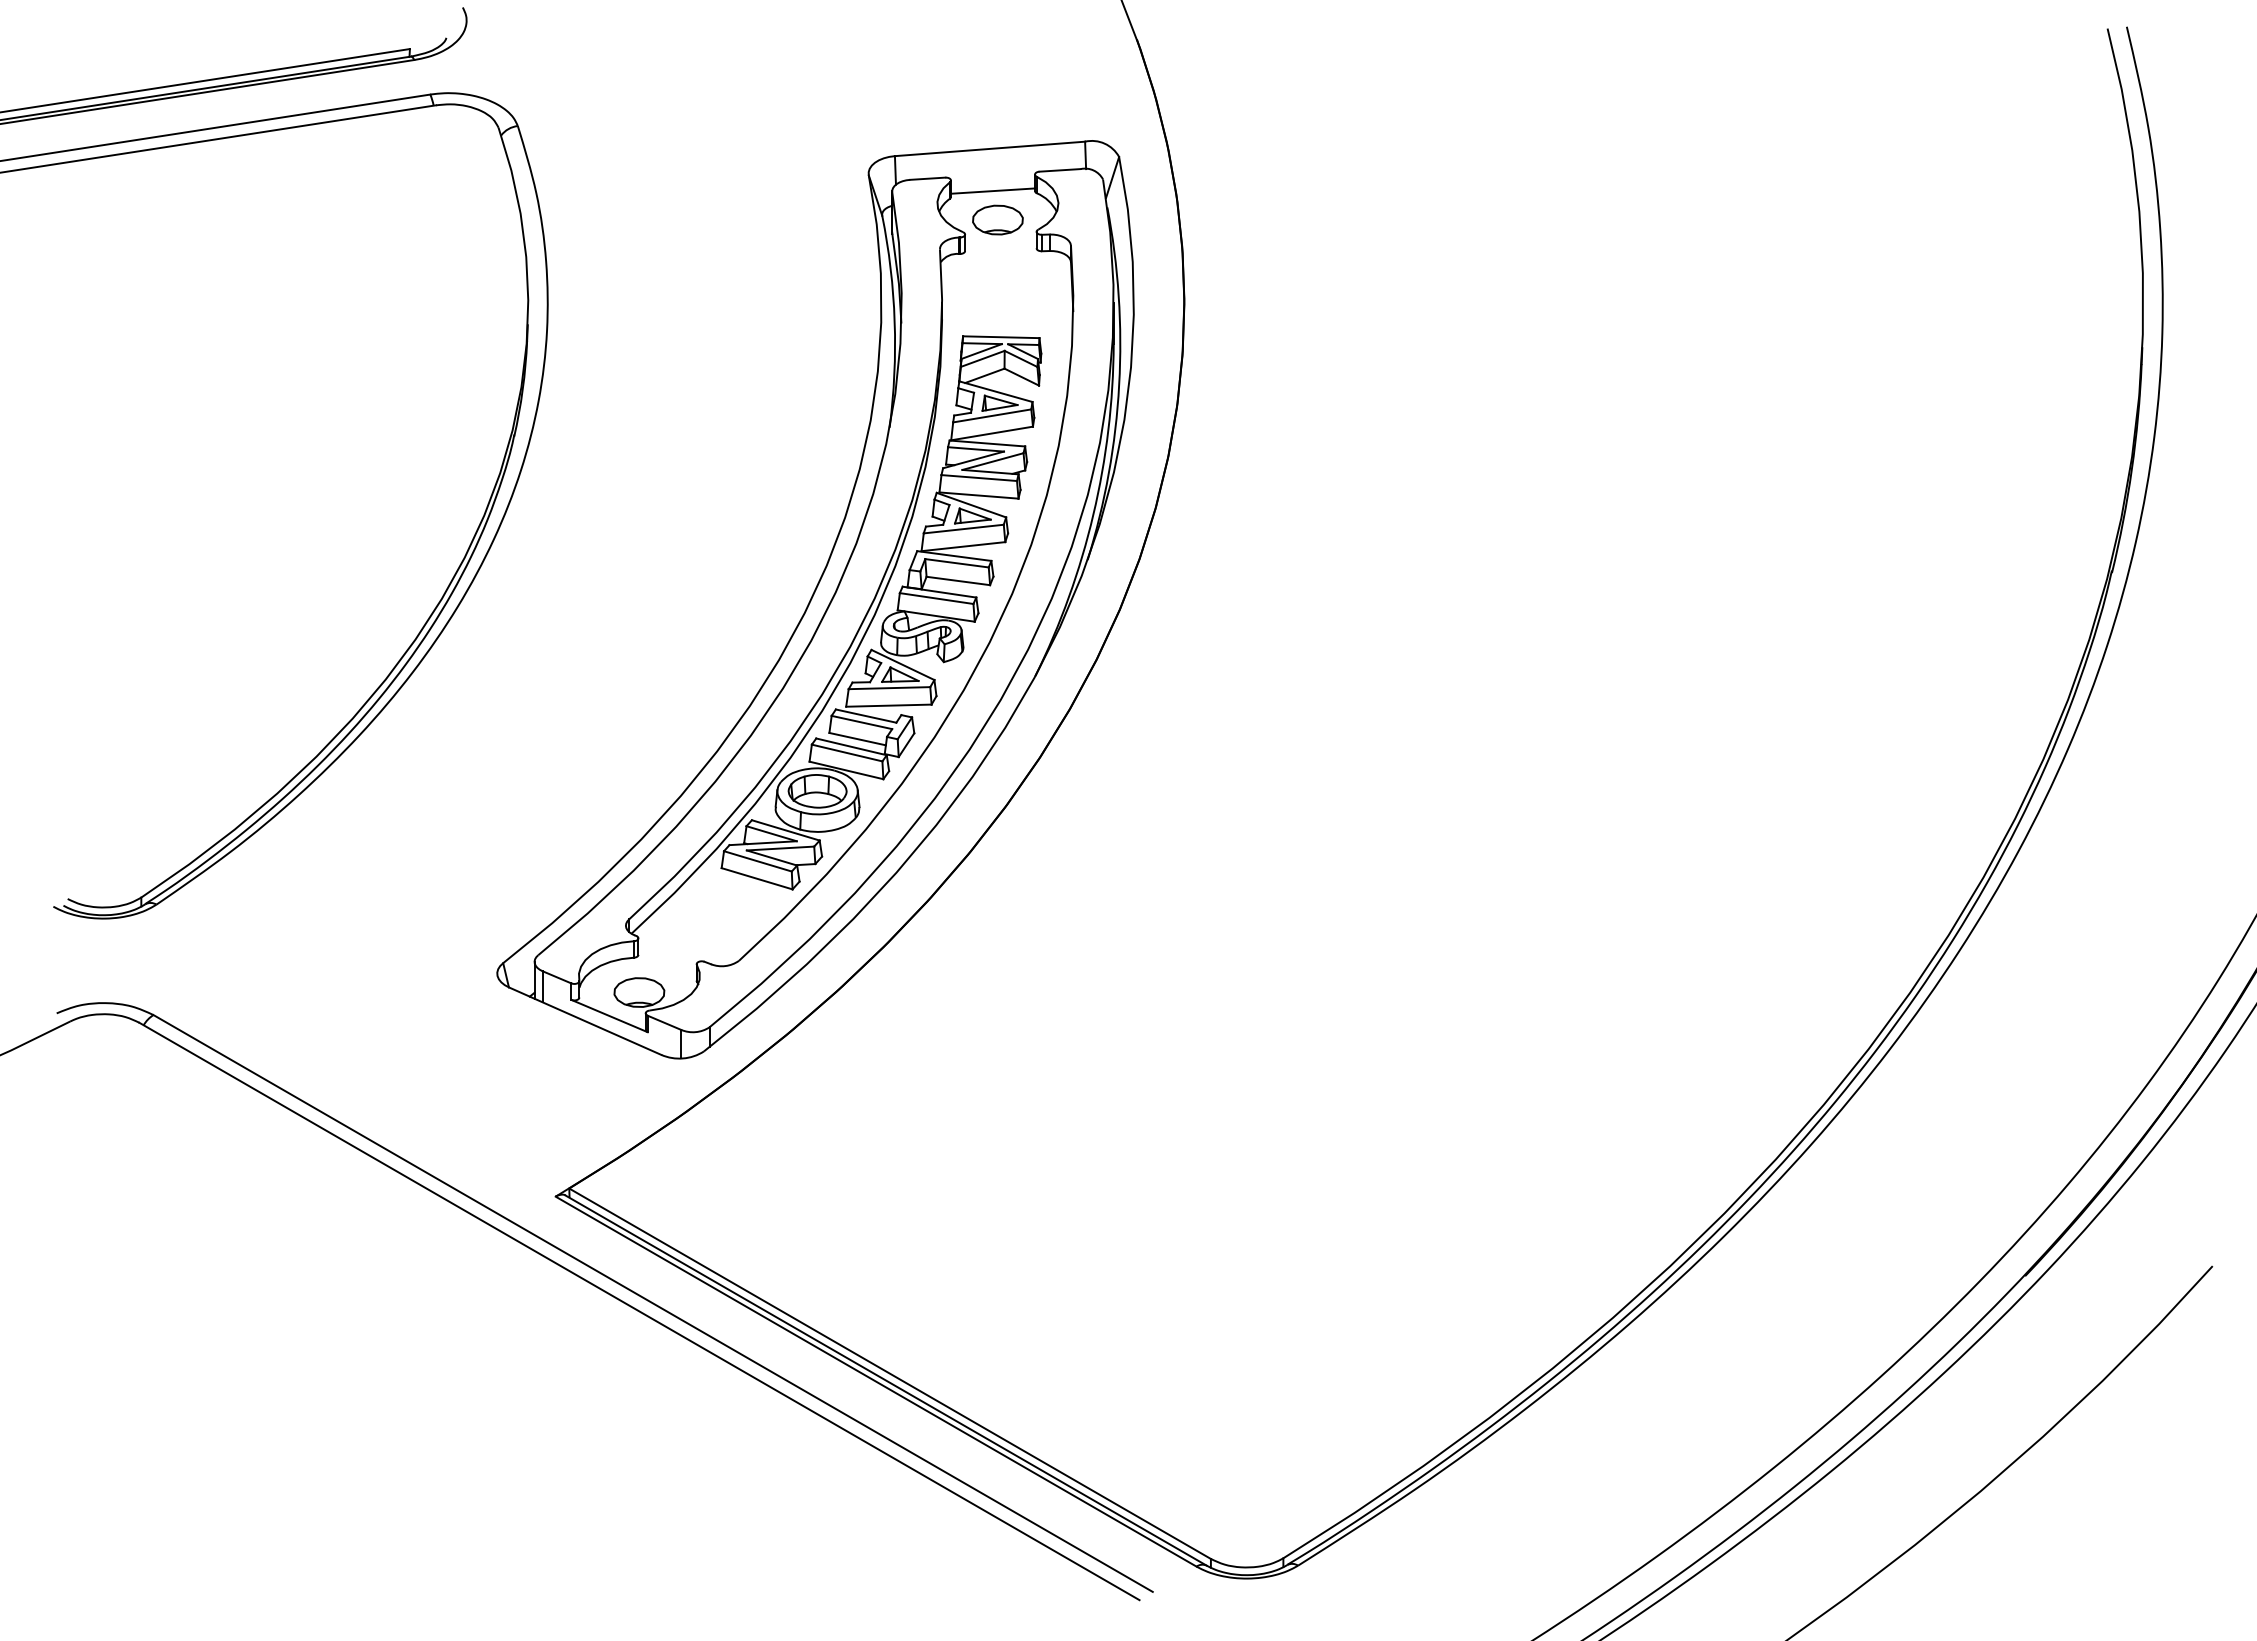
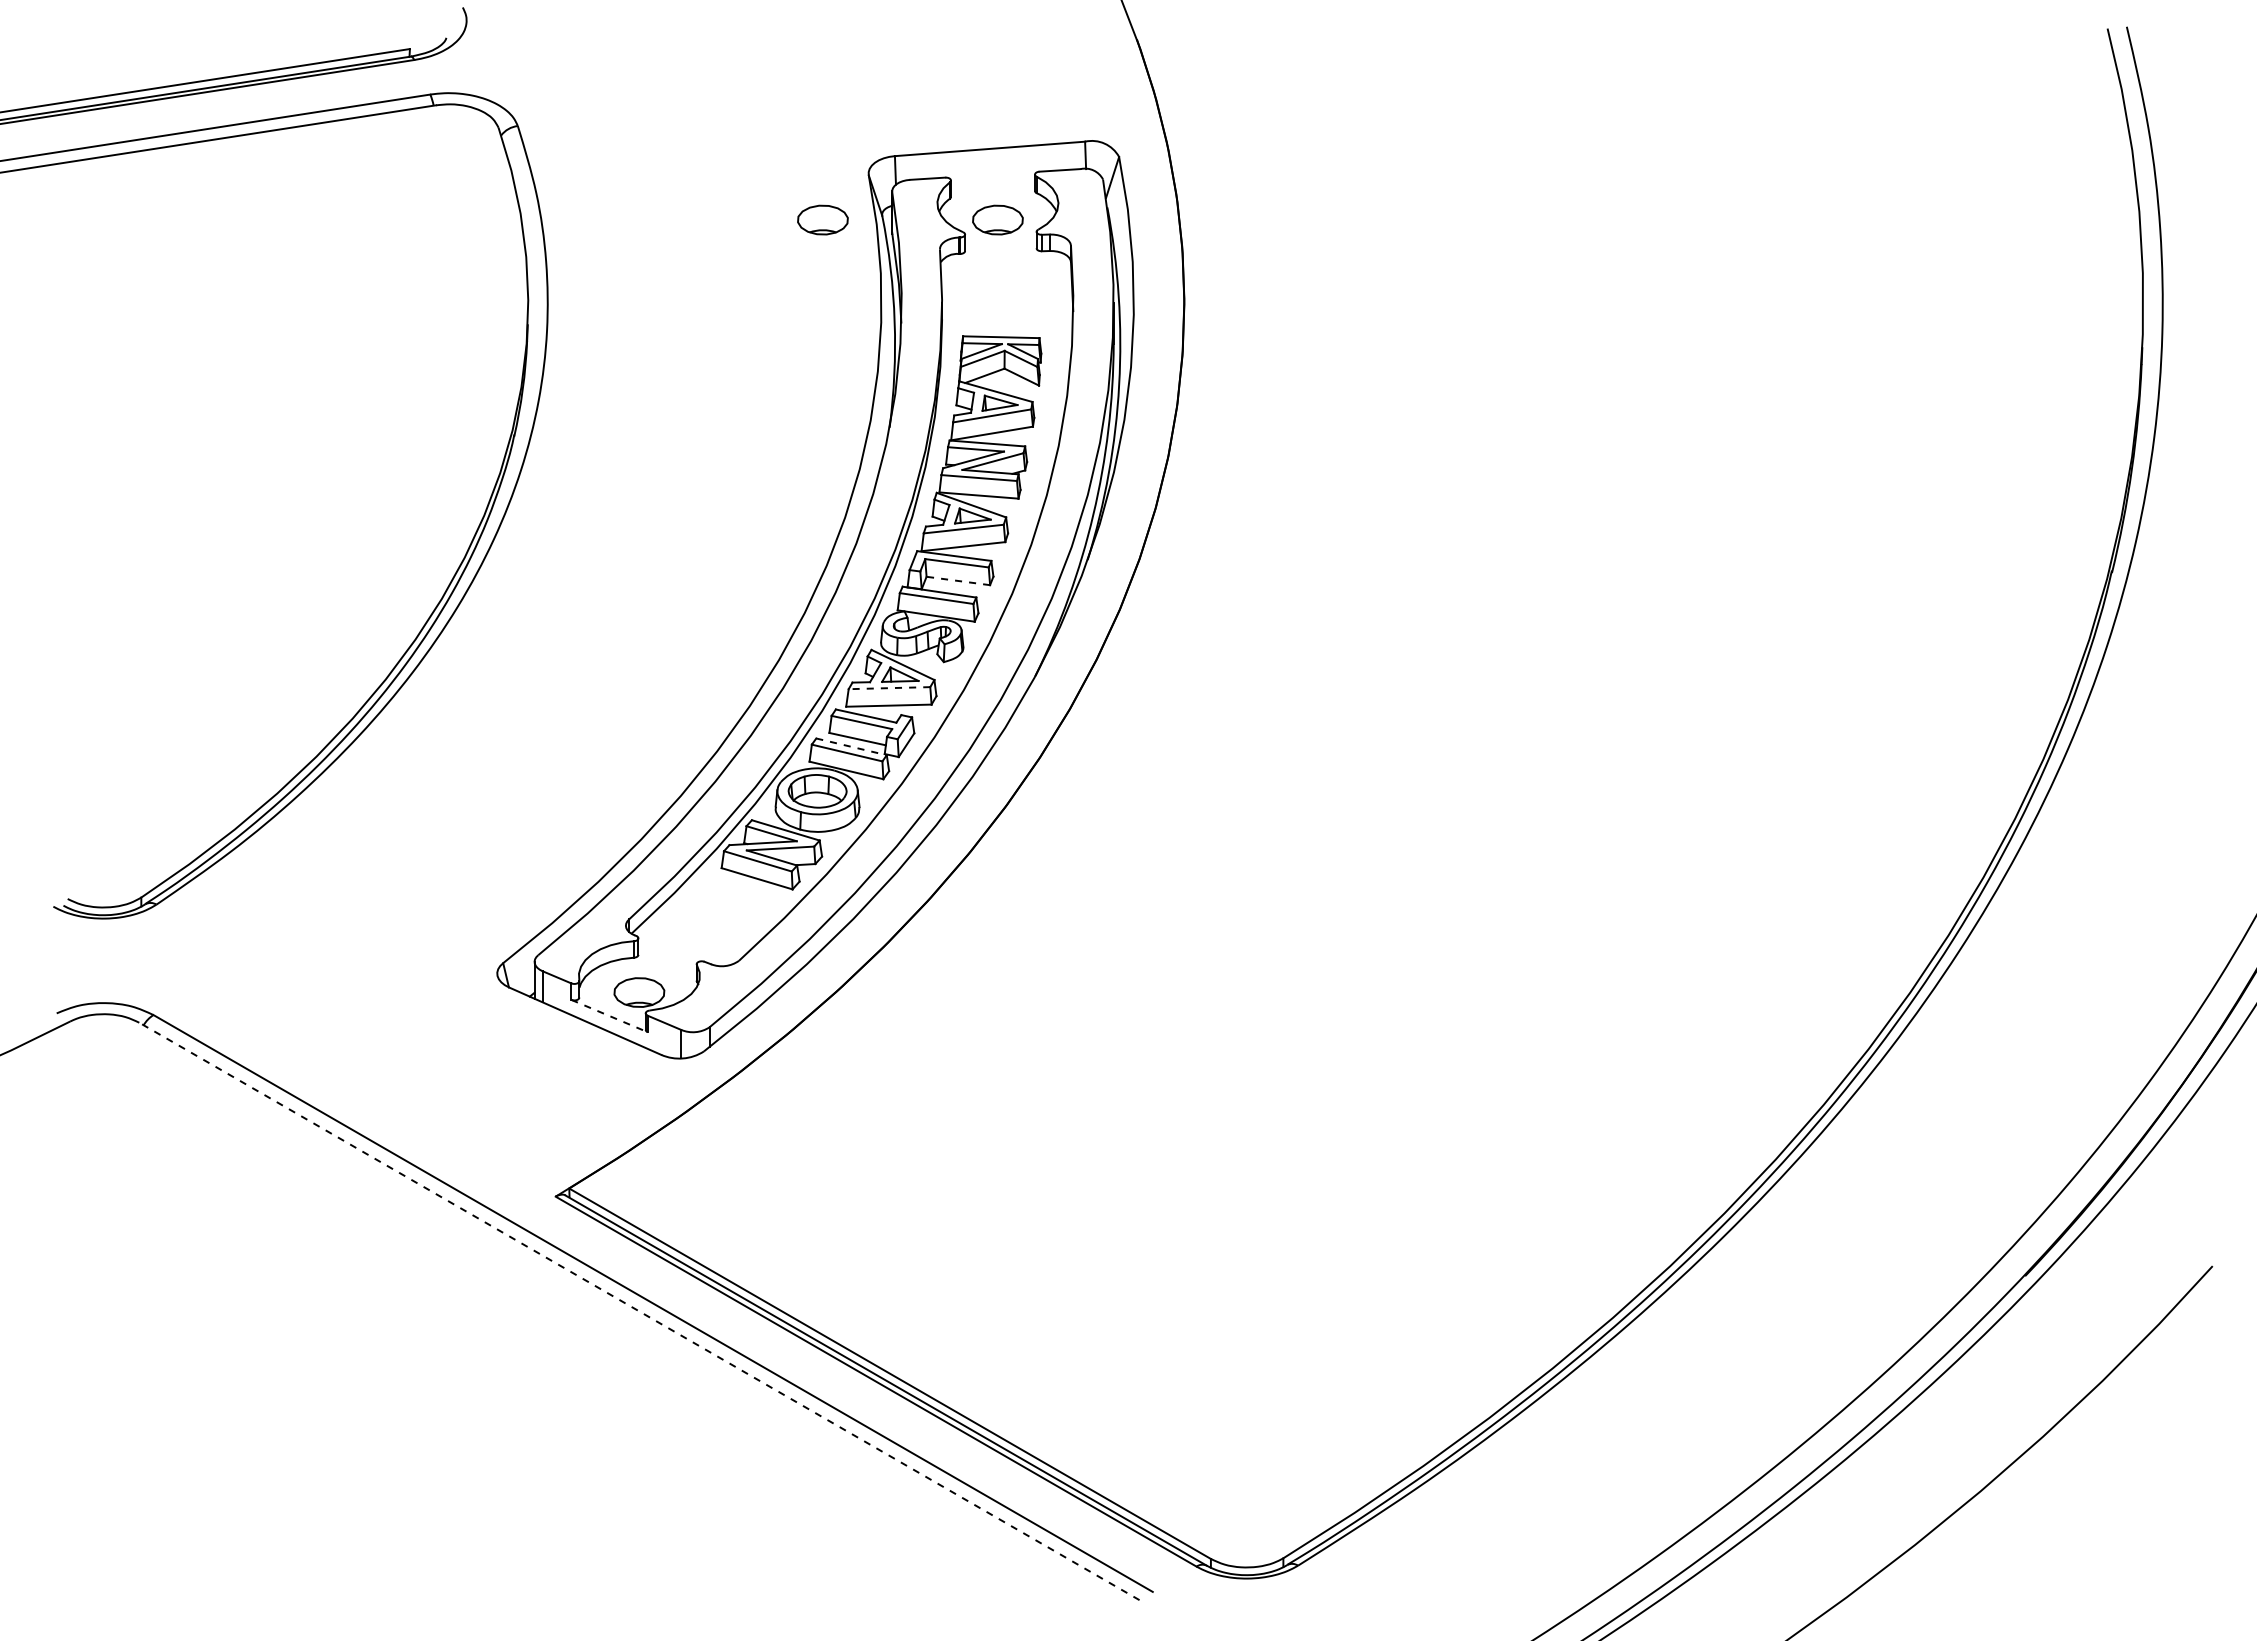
line at (992, 190): present -> none
part at (822, 219): none -> present
line at (957, 580): solid -> dashed
line at (889, 688): solid -> dashed
line at (852, 746): solid -> dashed
line at (610, 1016): solid -> dashed
line at (639, 1311): solid -> dashed
